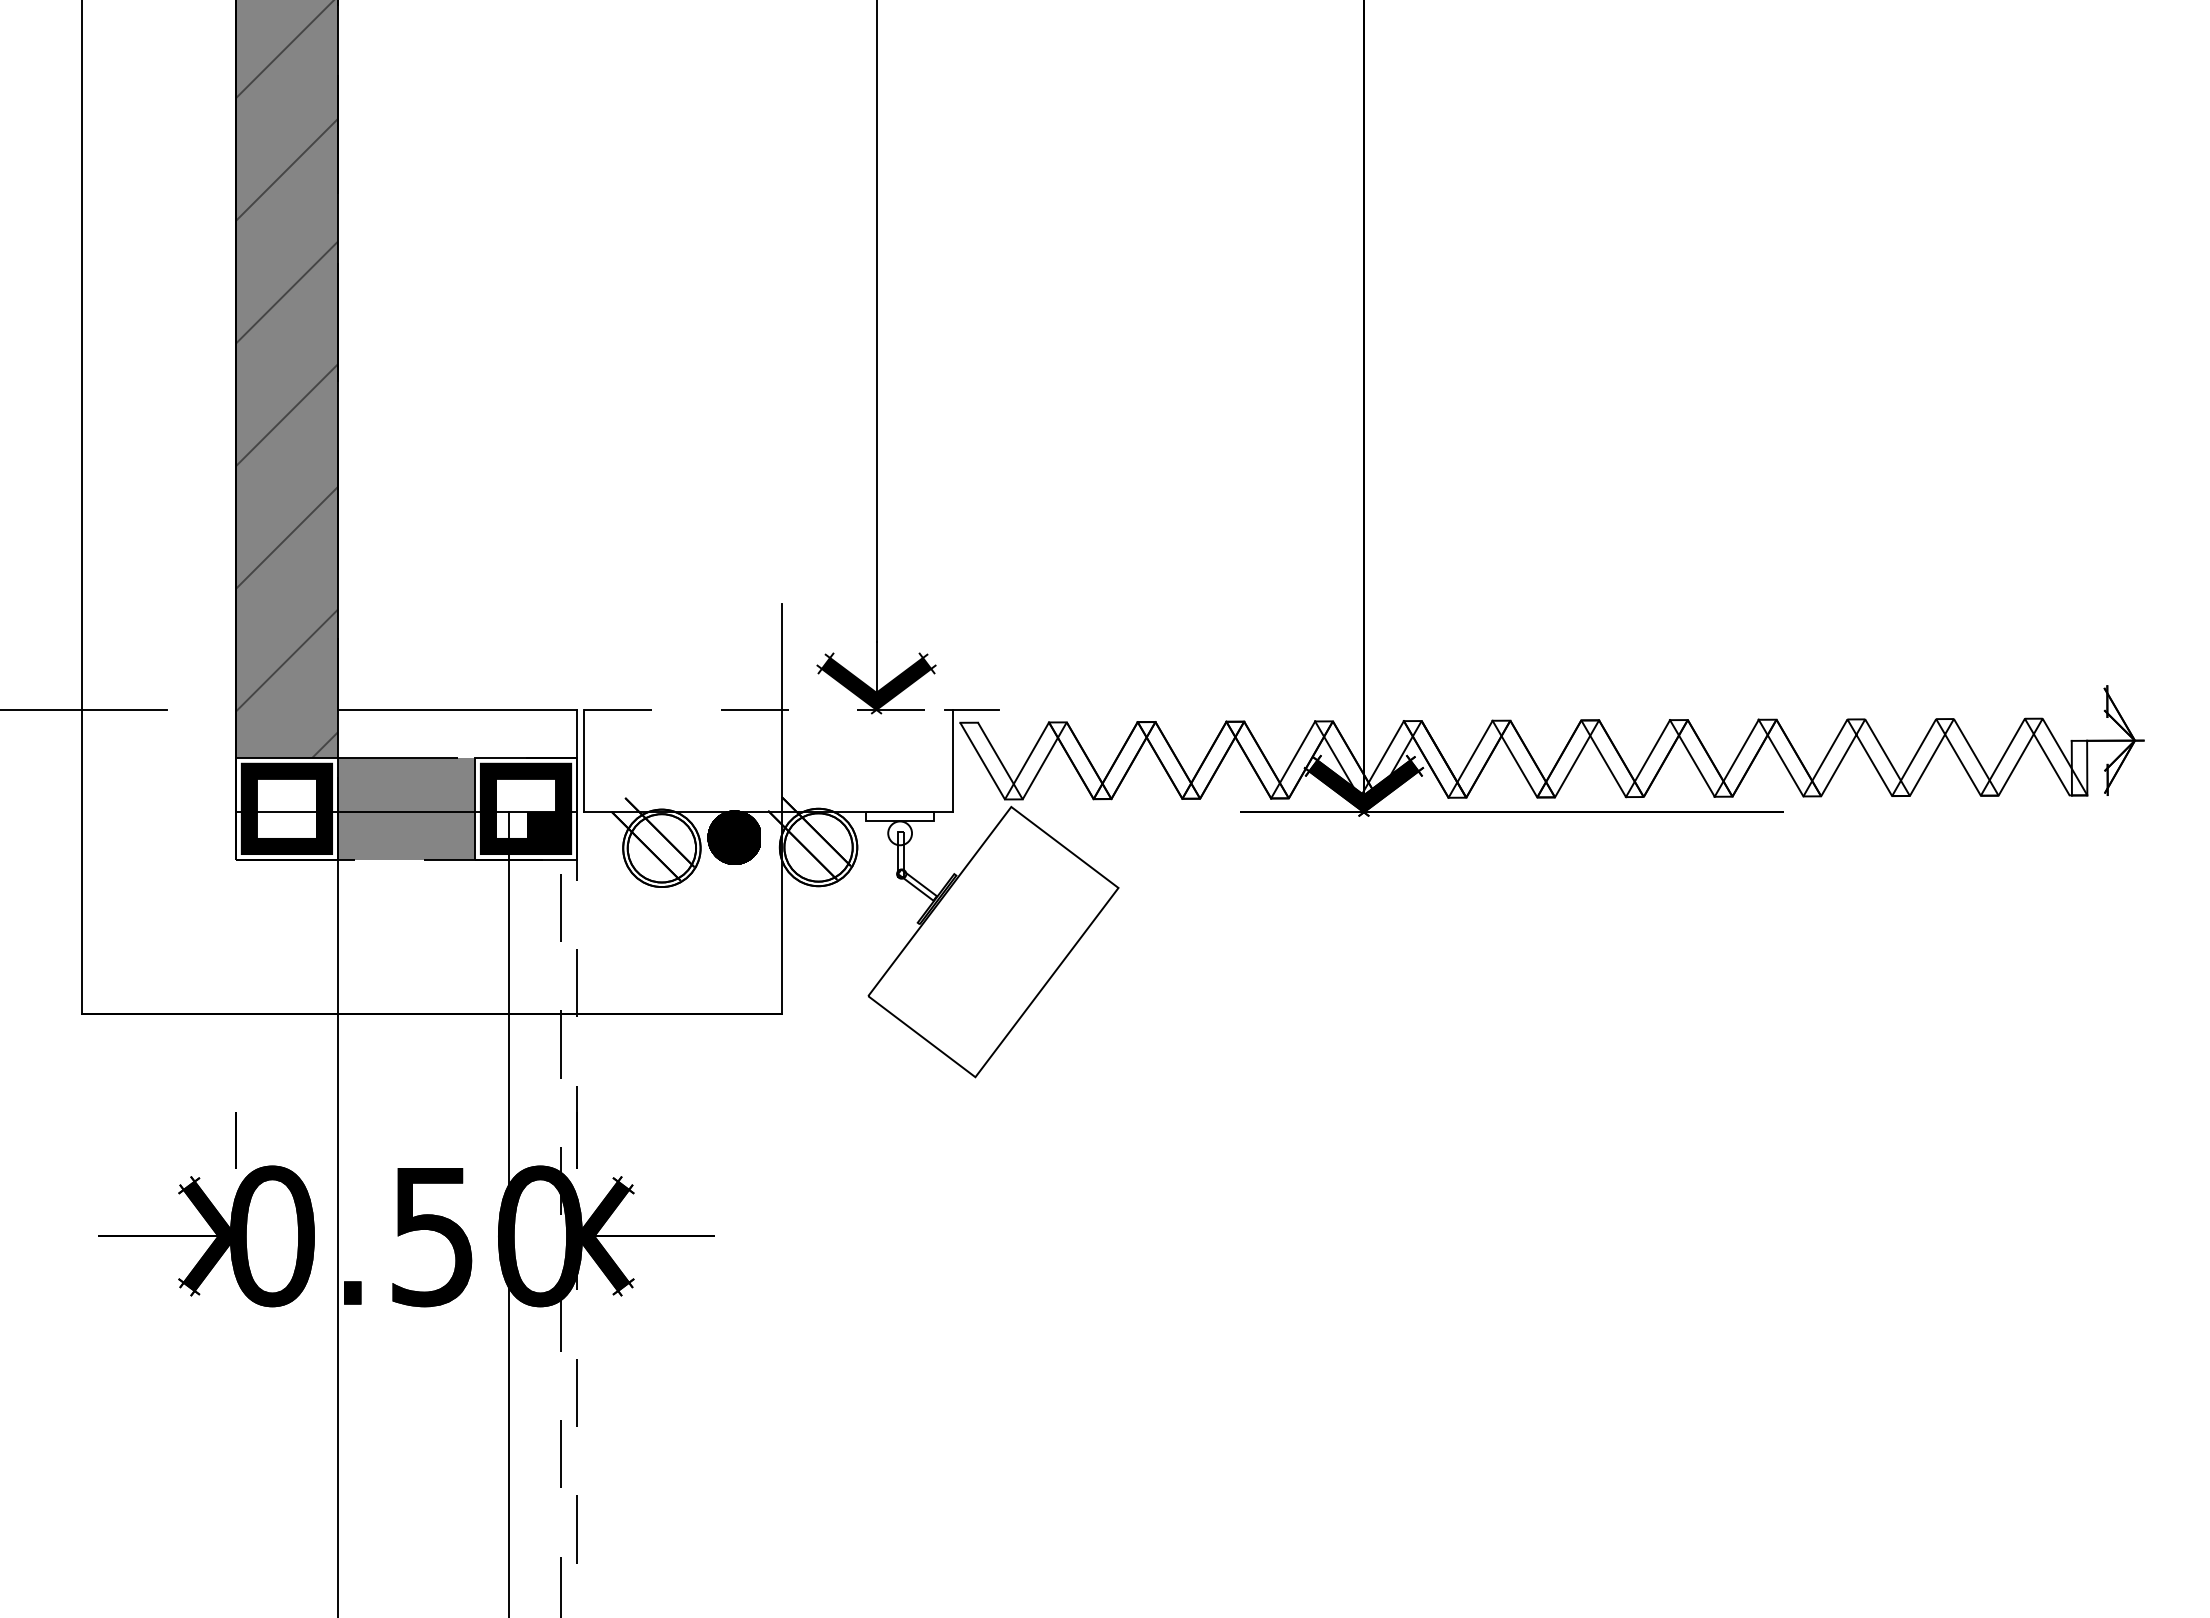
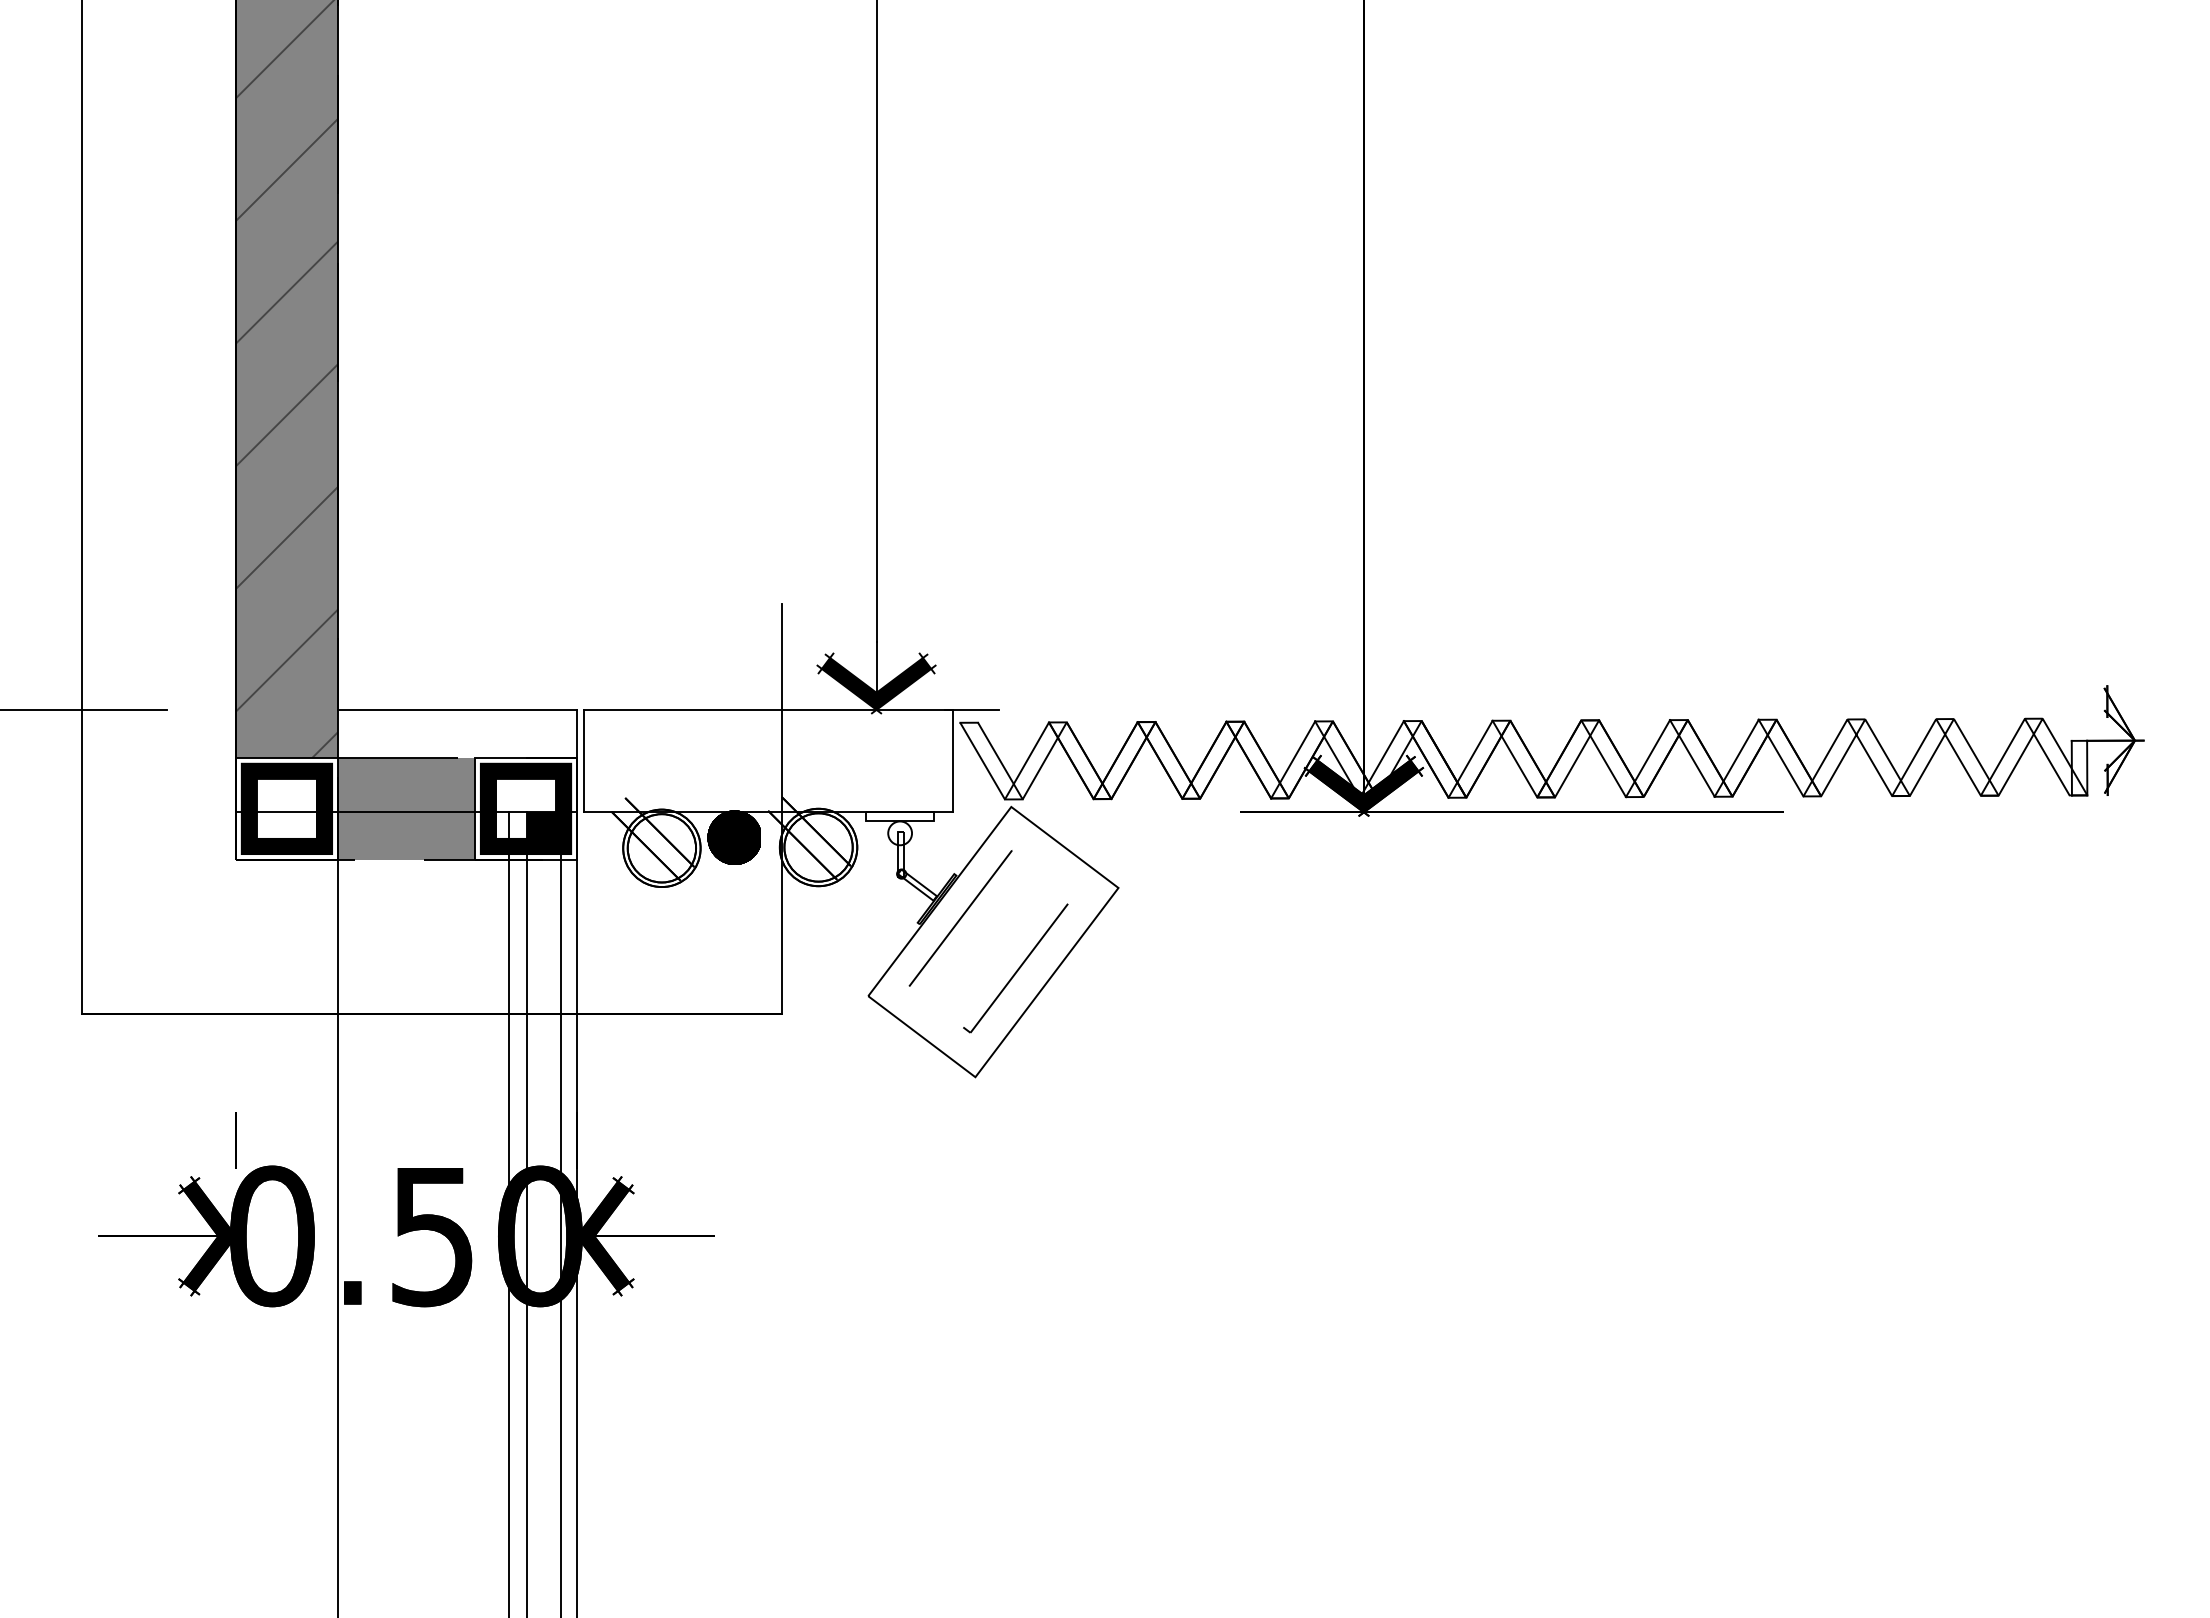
line at (768, 709): dashed -> solid
part at (961, 919): none -> present
line at (526, 1213): none -> present
line at (560, 1214): dashed -> solid
line at (577, 1215): dashed -> solid
